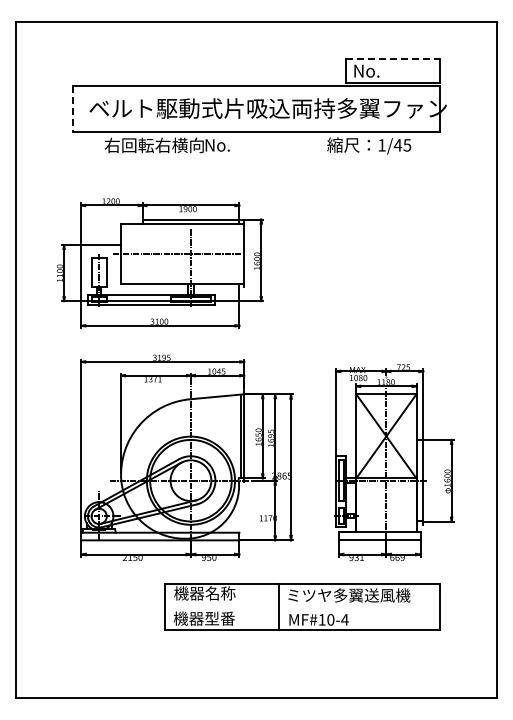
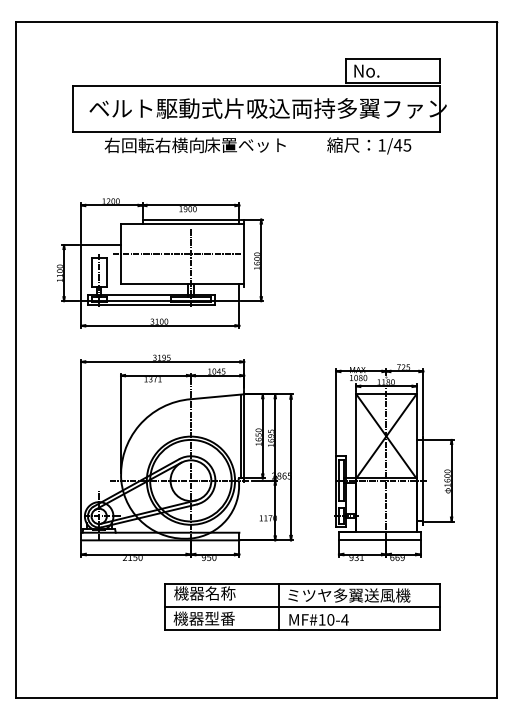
line at (393, 59): dashed -> solid
line at (72, 108): dashed -> solid
text at (244, 144): No. -> 床置ベット
line at (302, 606): none -> present
